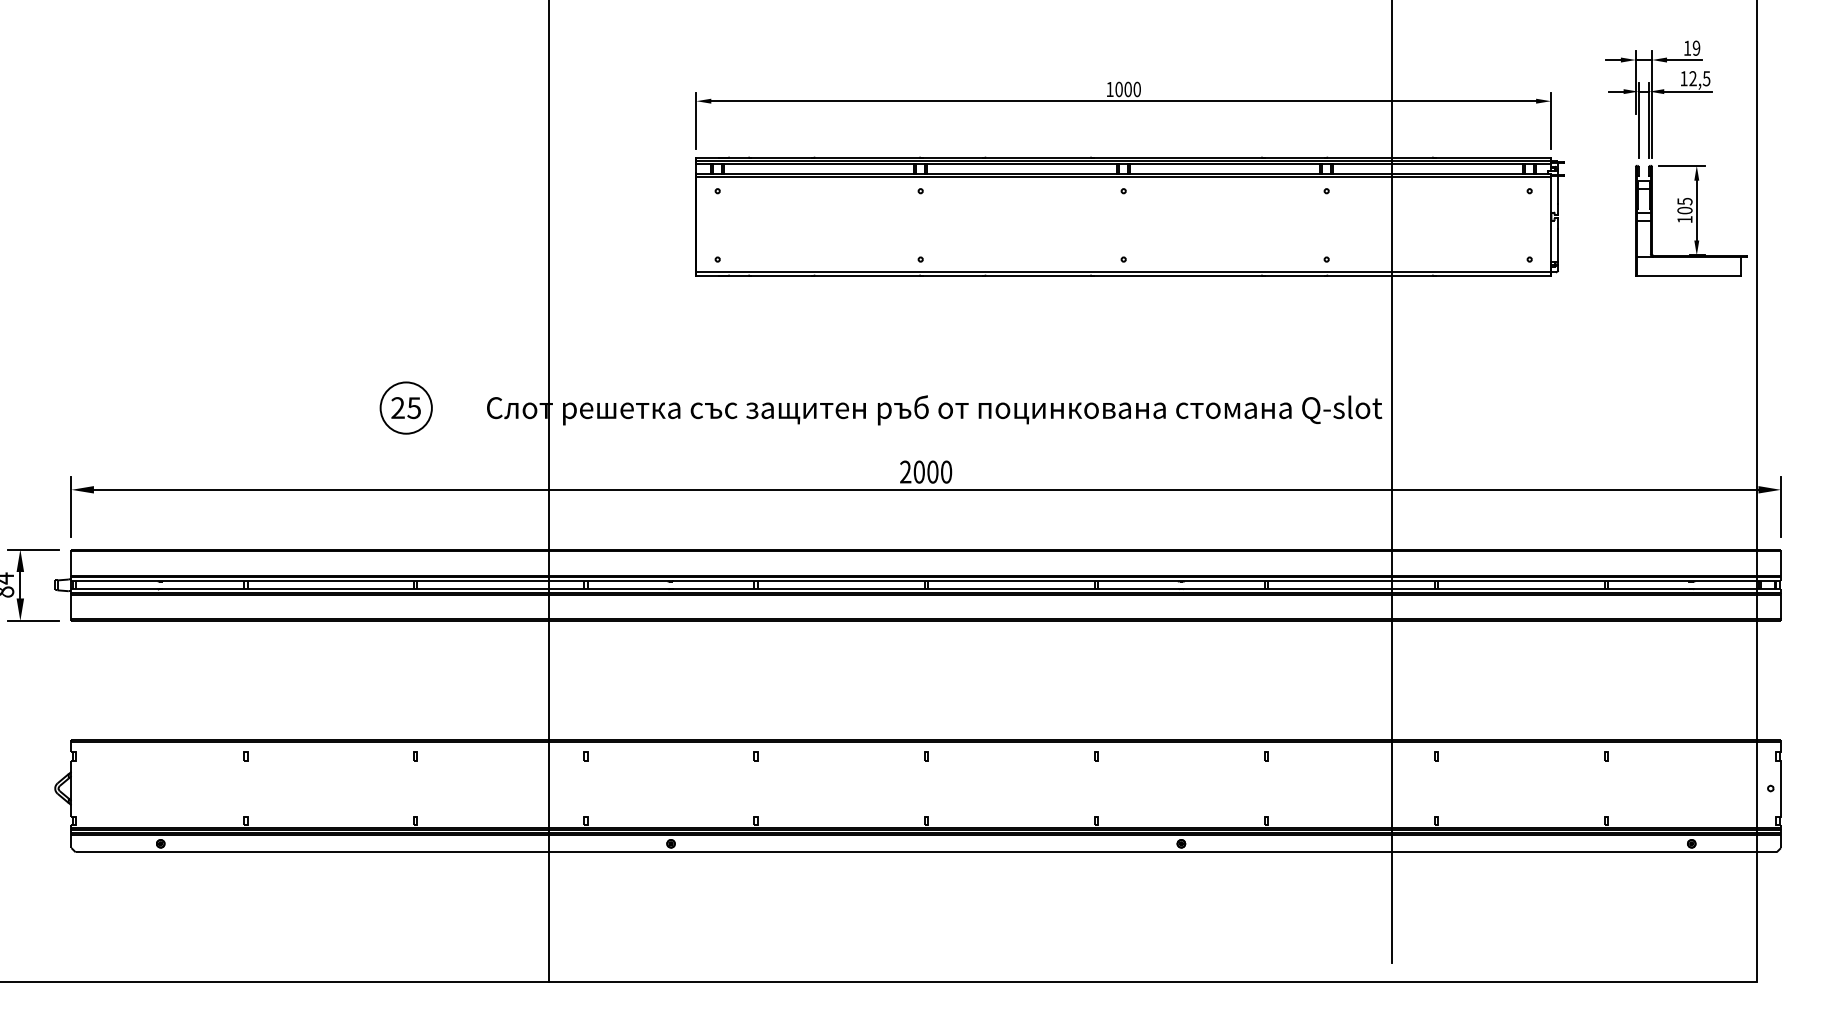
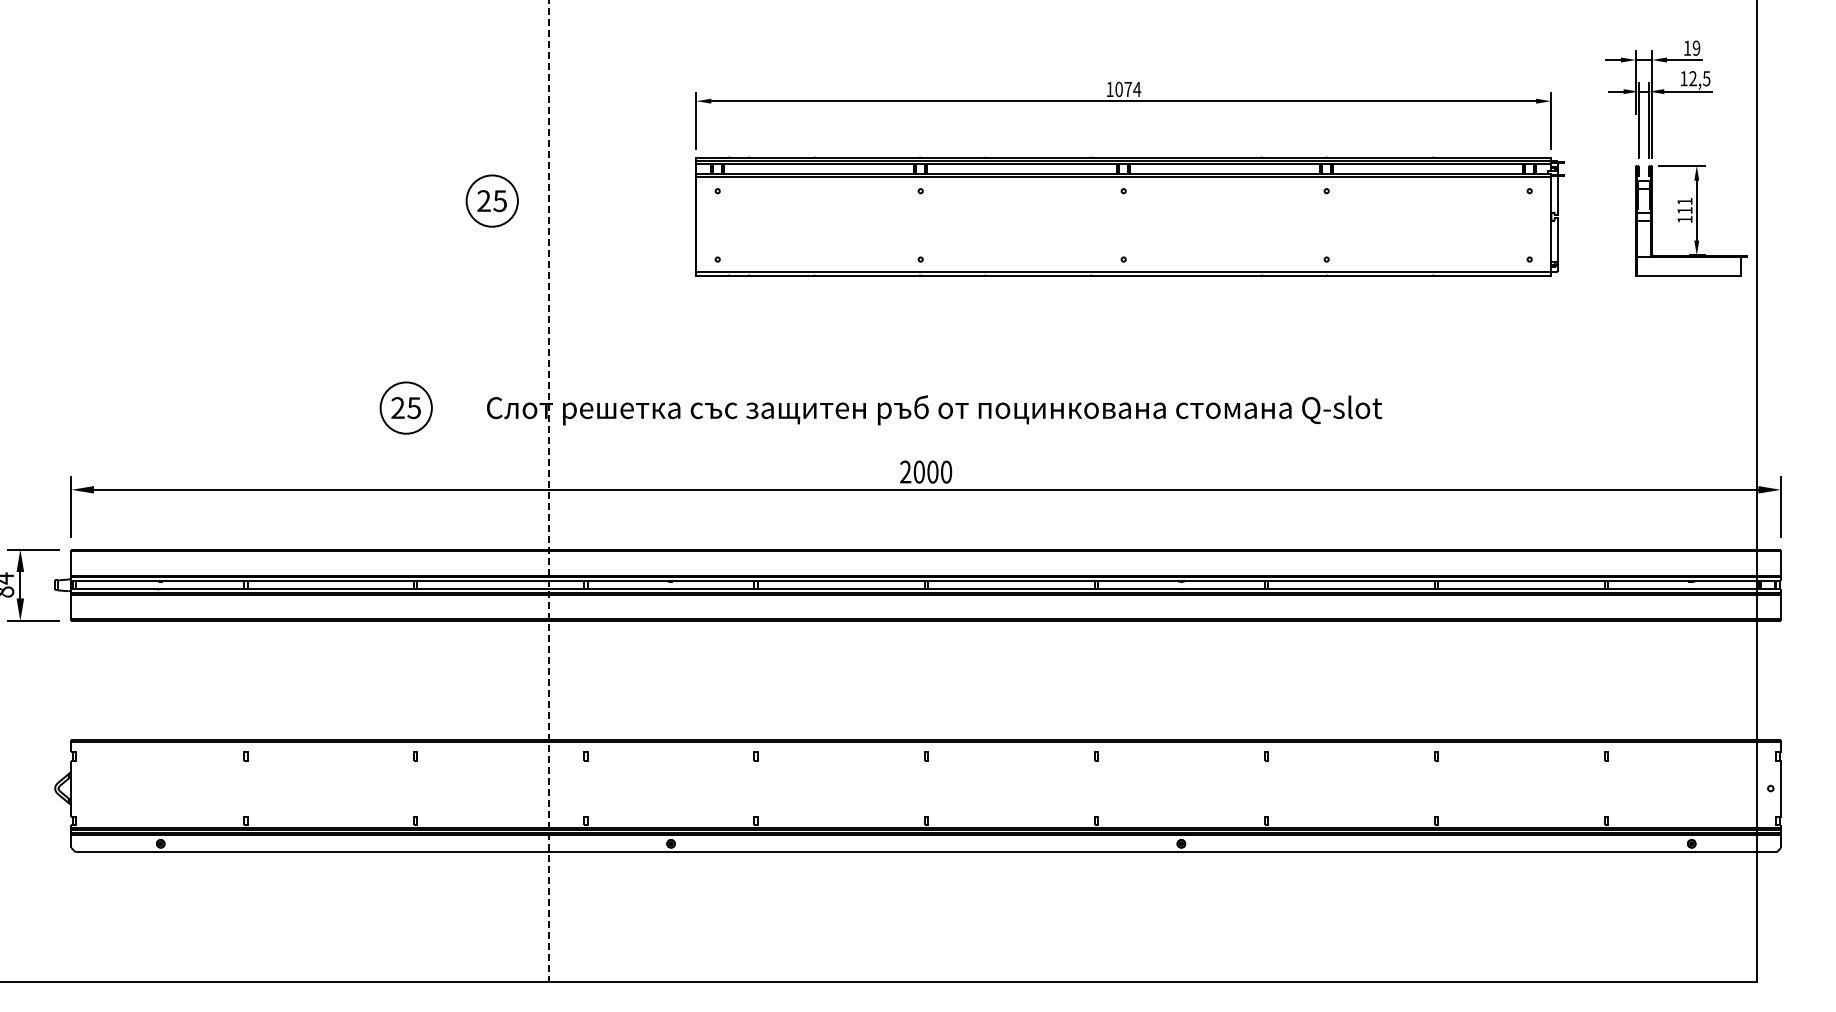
text at (1132, 89): 1000 -> 1074
part at (491, 200): none -> present
text at (1684, 205): 105 -> 111
line at (1391, 482): present -> none
line at (548, 491): solid -> dashed
